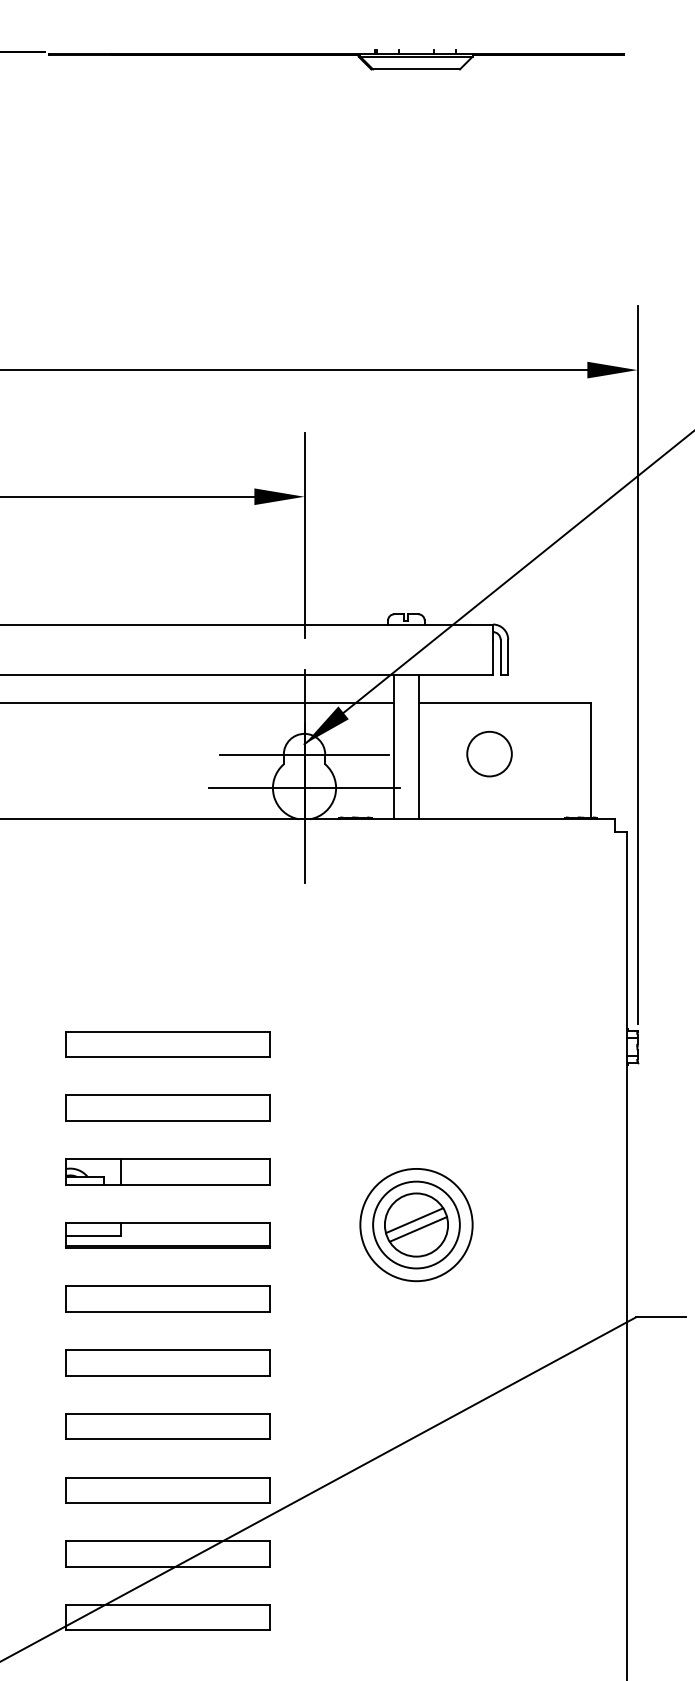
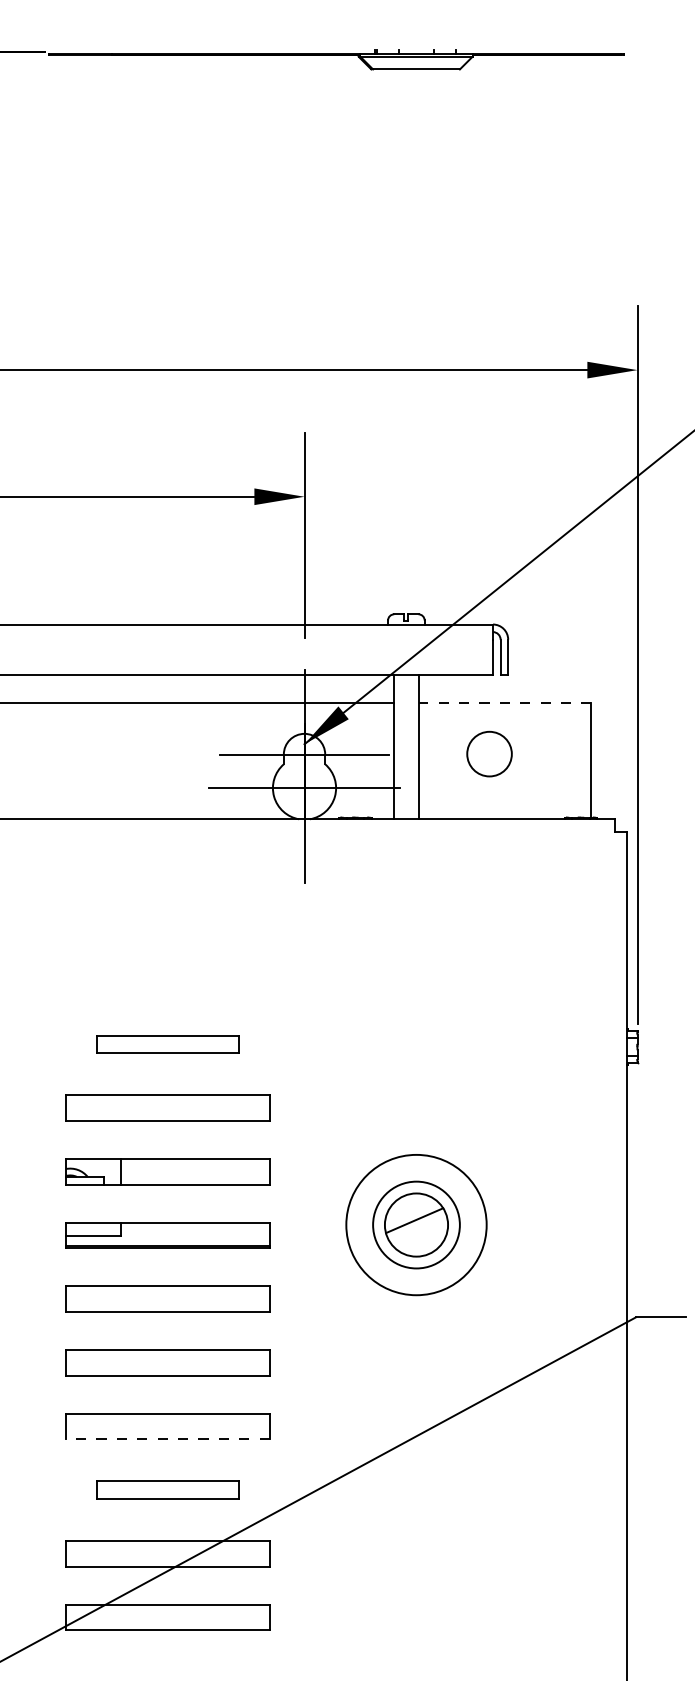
line at (504, 703): solid -> dashed
part at (167, 1044) size: 206x27 px -> 144x19 px
circle at (416, 1224) diameter: 112 px -> 140 px
line at (418, 1229): present -> none
line at (167, 1439): solid -> dashed
part at (167, 1490) size: 206x27 px -> 144x20 px
